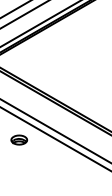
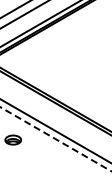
part at (19, 139) position: (19, 139) -> (13, 139)
line at (56, 139): solid -> dashed
